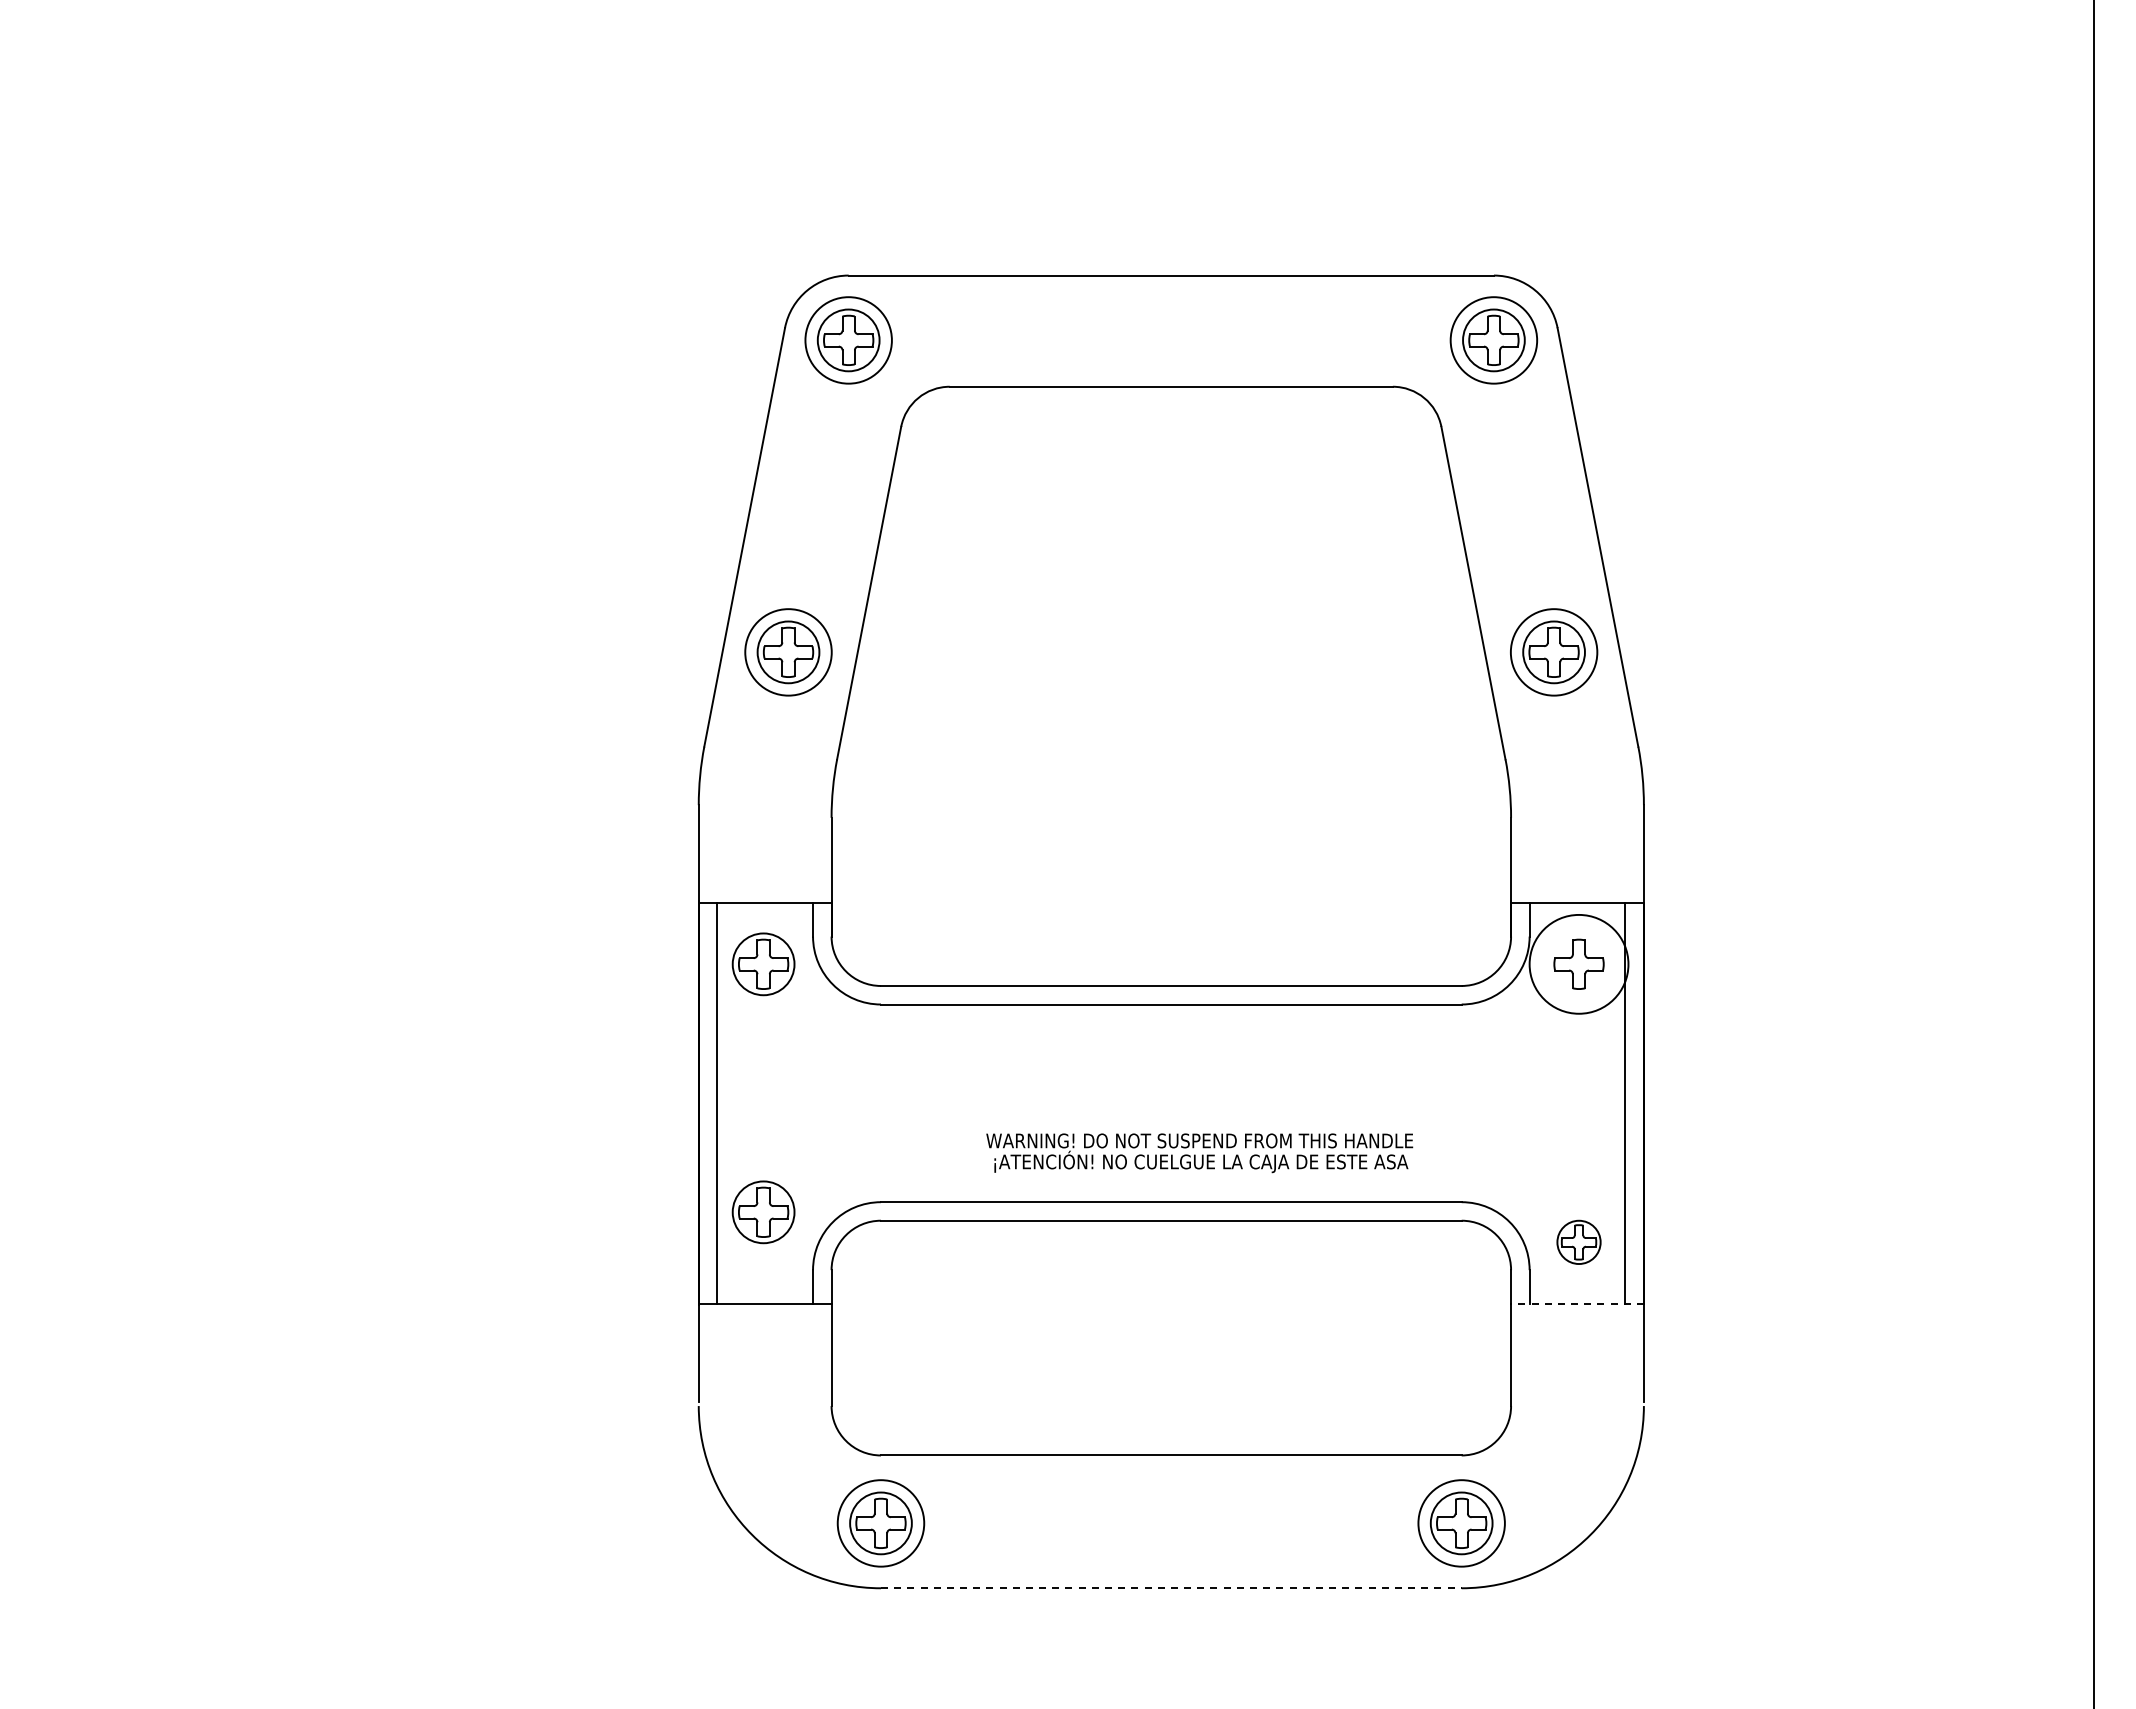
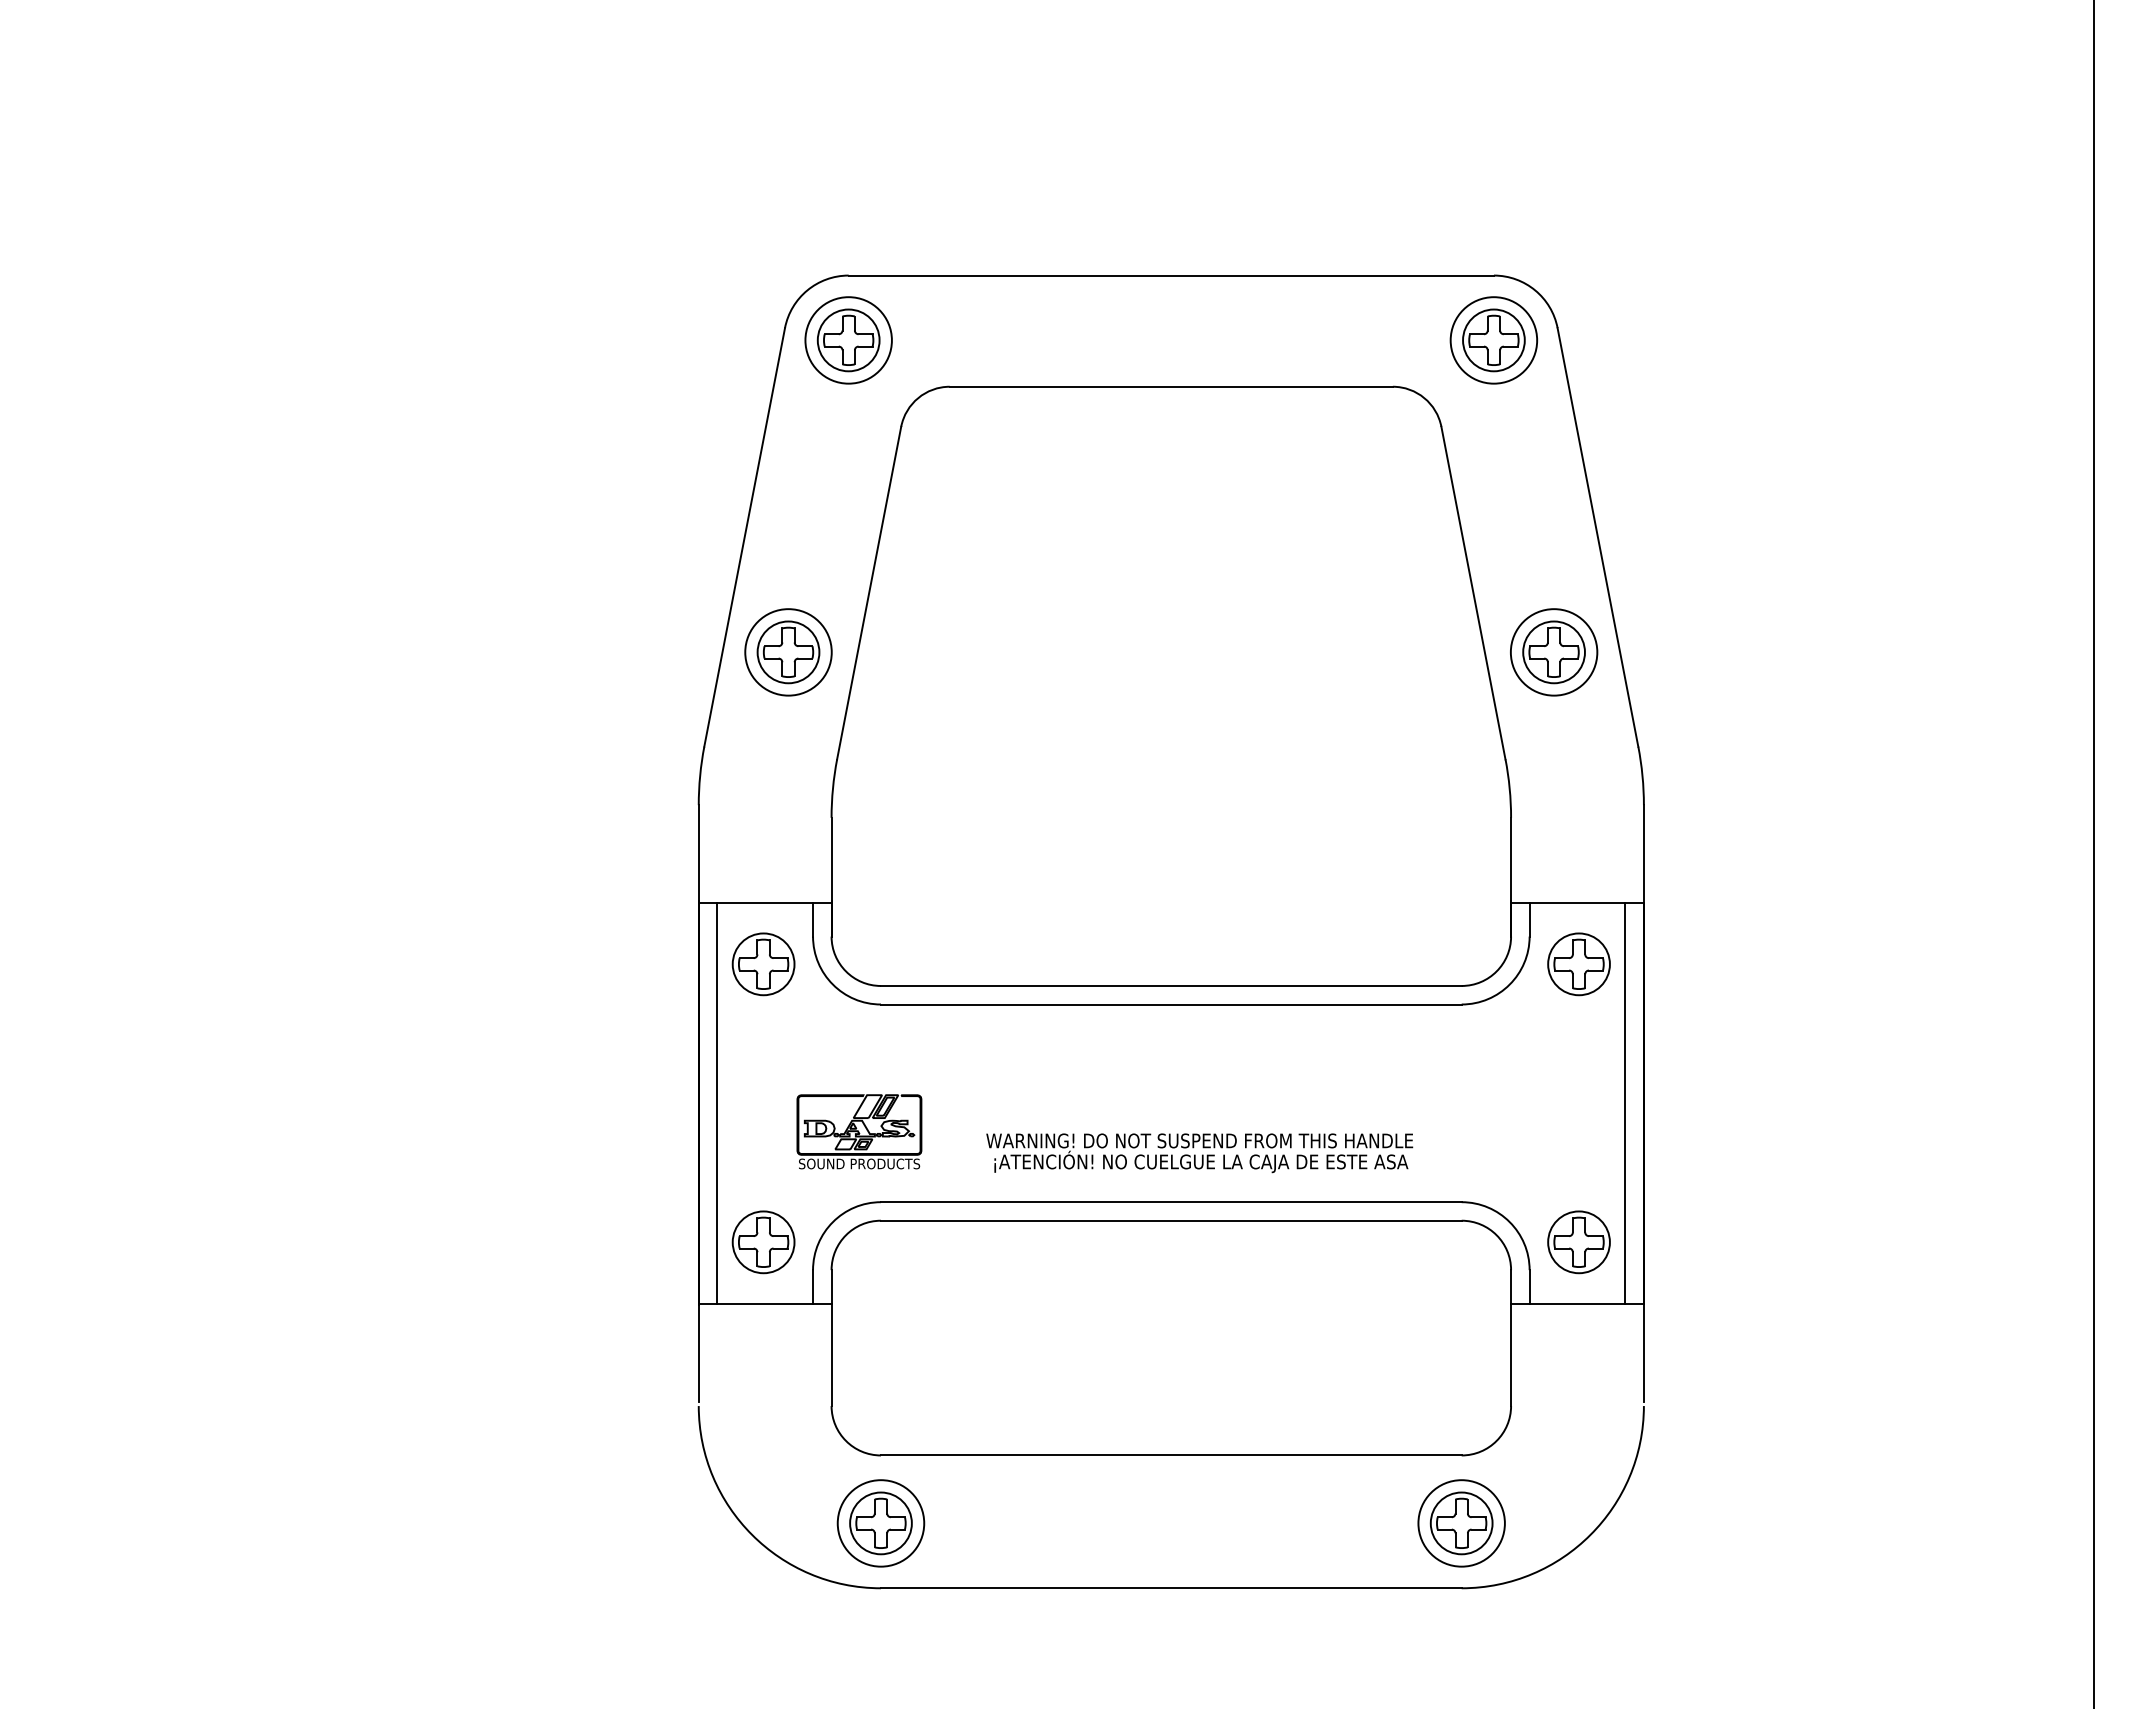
circle at (1578, 963) diameter: 99 px -> 62 px
part at (859, 1131): none -> present
part at (763, 1212) position: (763, 1212) -> (763, 1242)
part at (1578, 1241) size: 46x46 px -> 64x65 px
line at (1577, 1304): dashed -> solid
line at (1171, 1588): dashed -> solid
